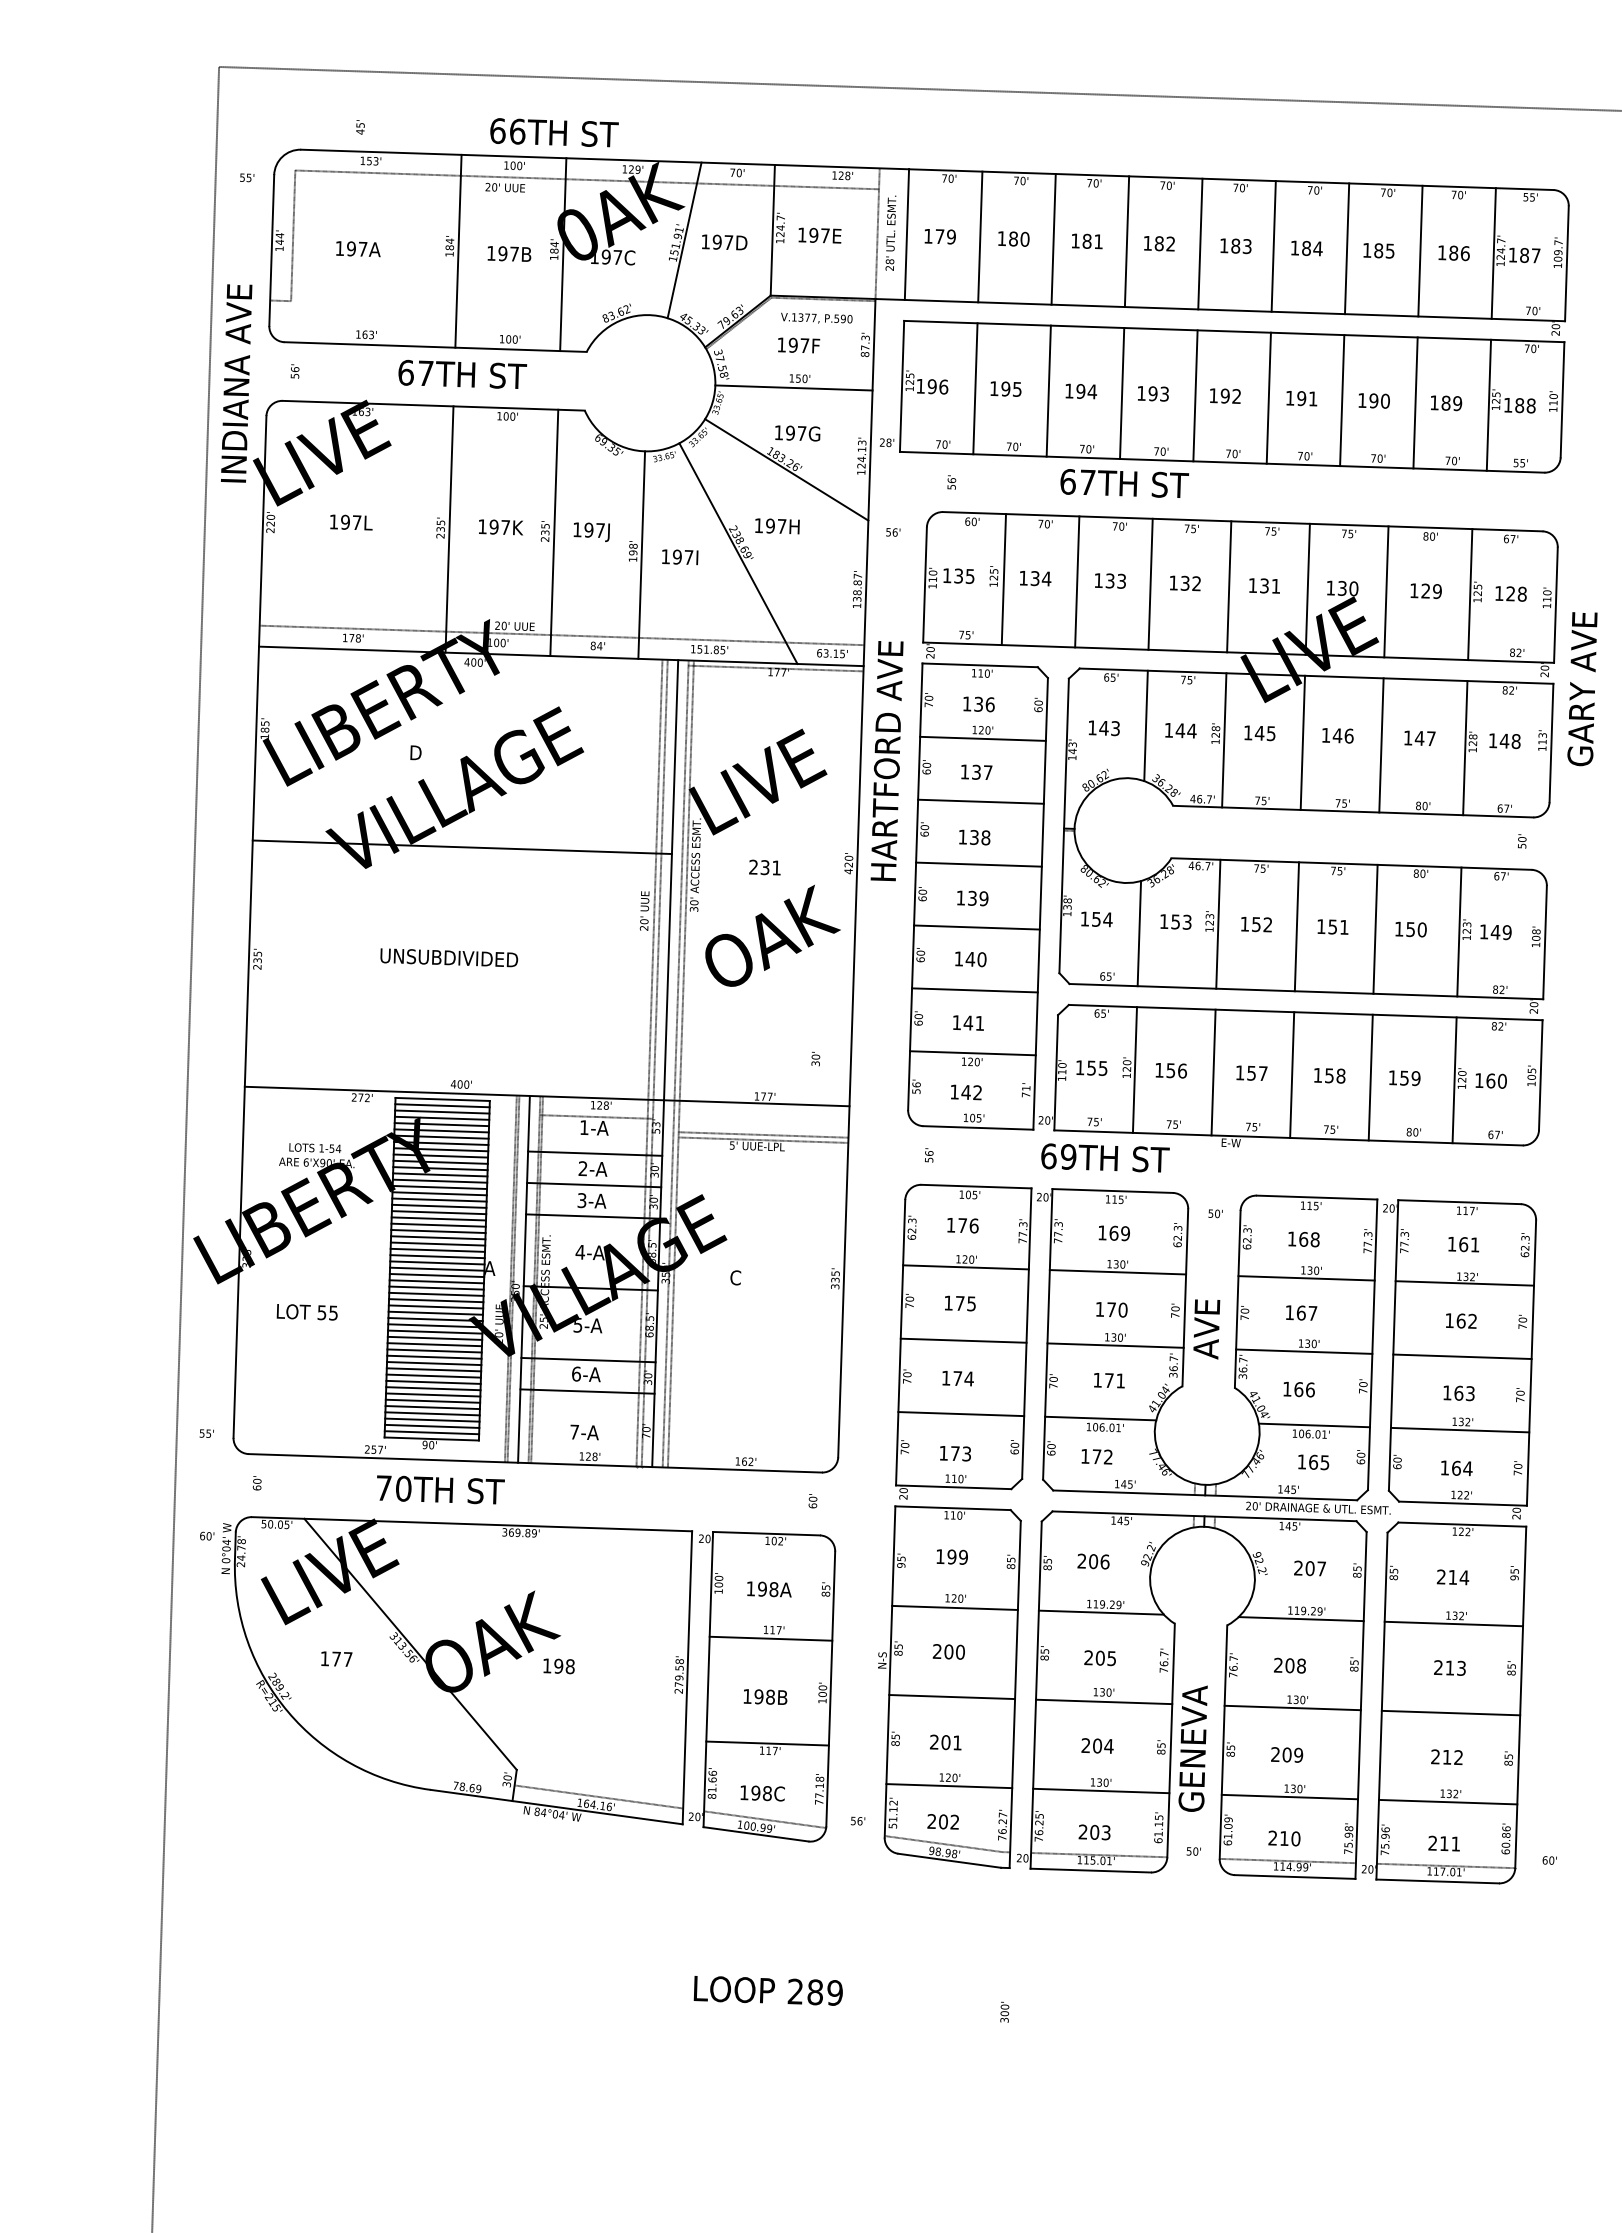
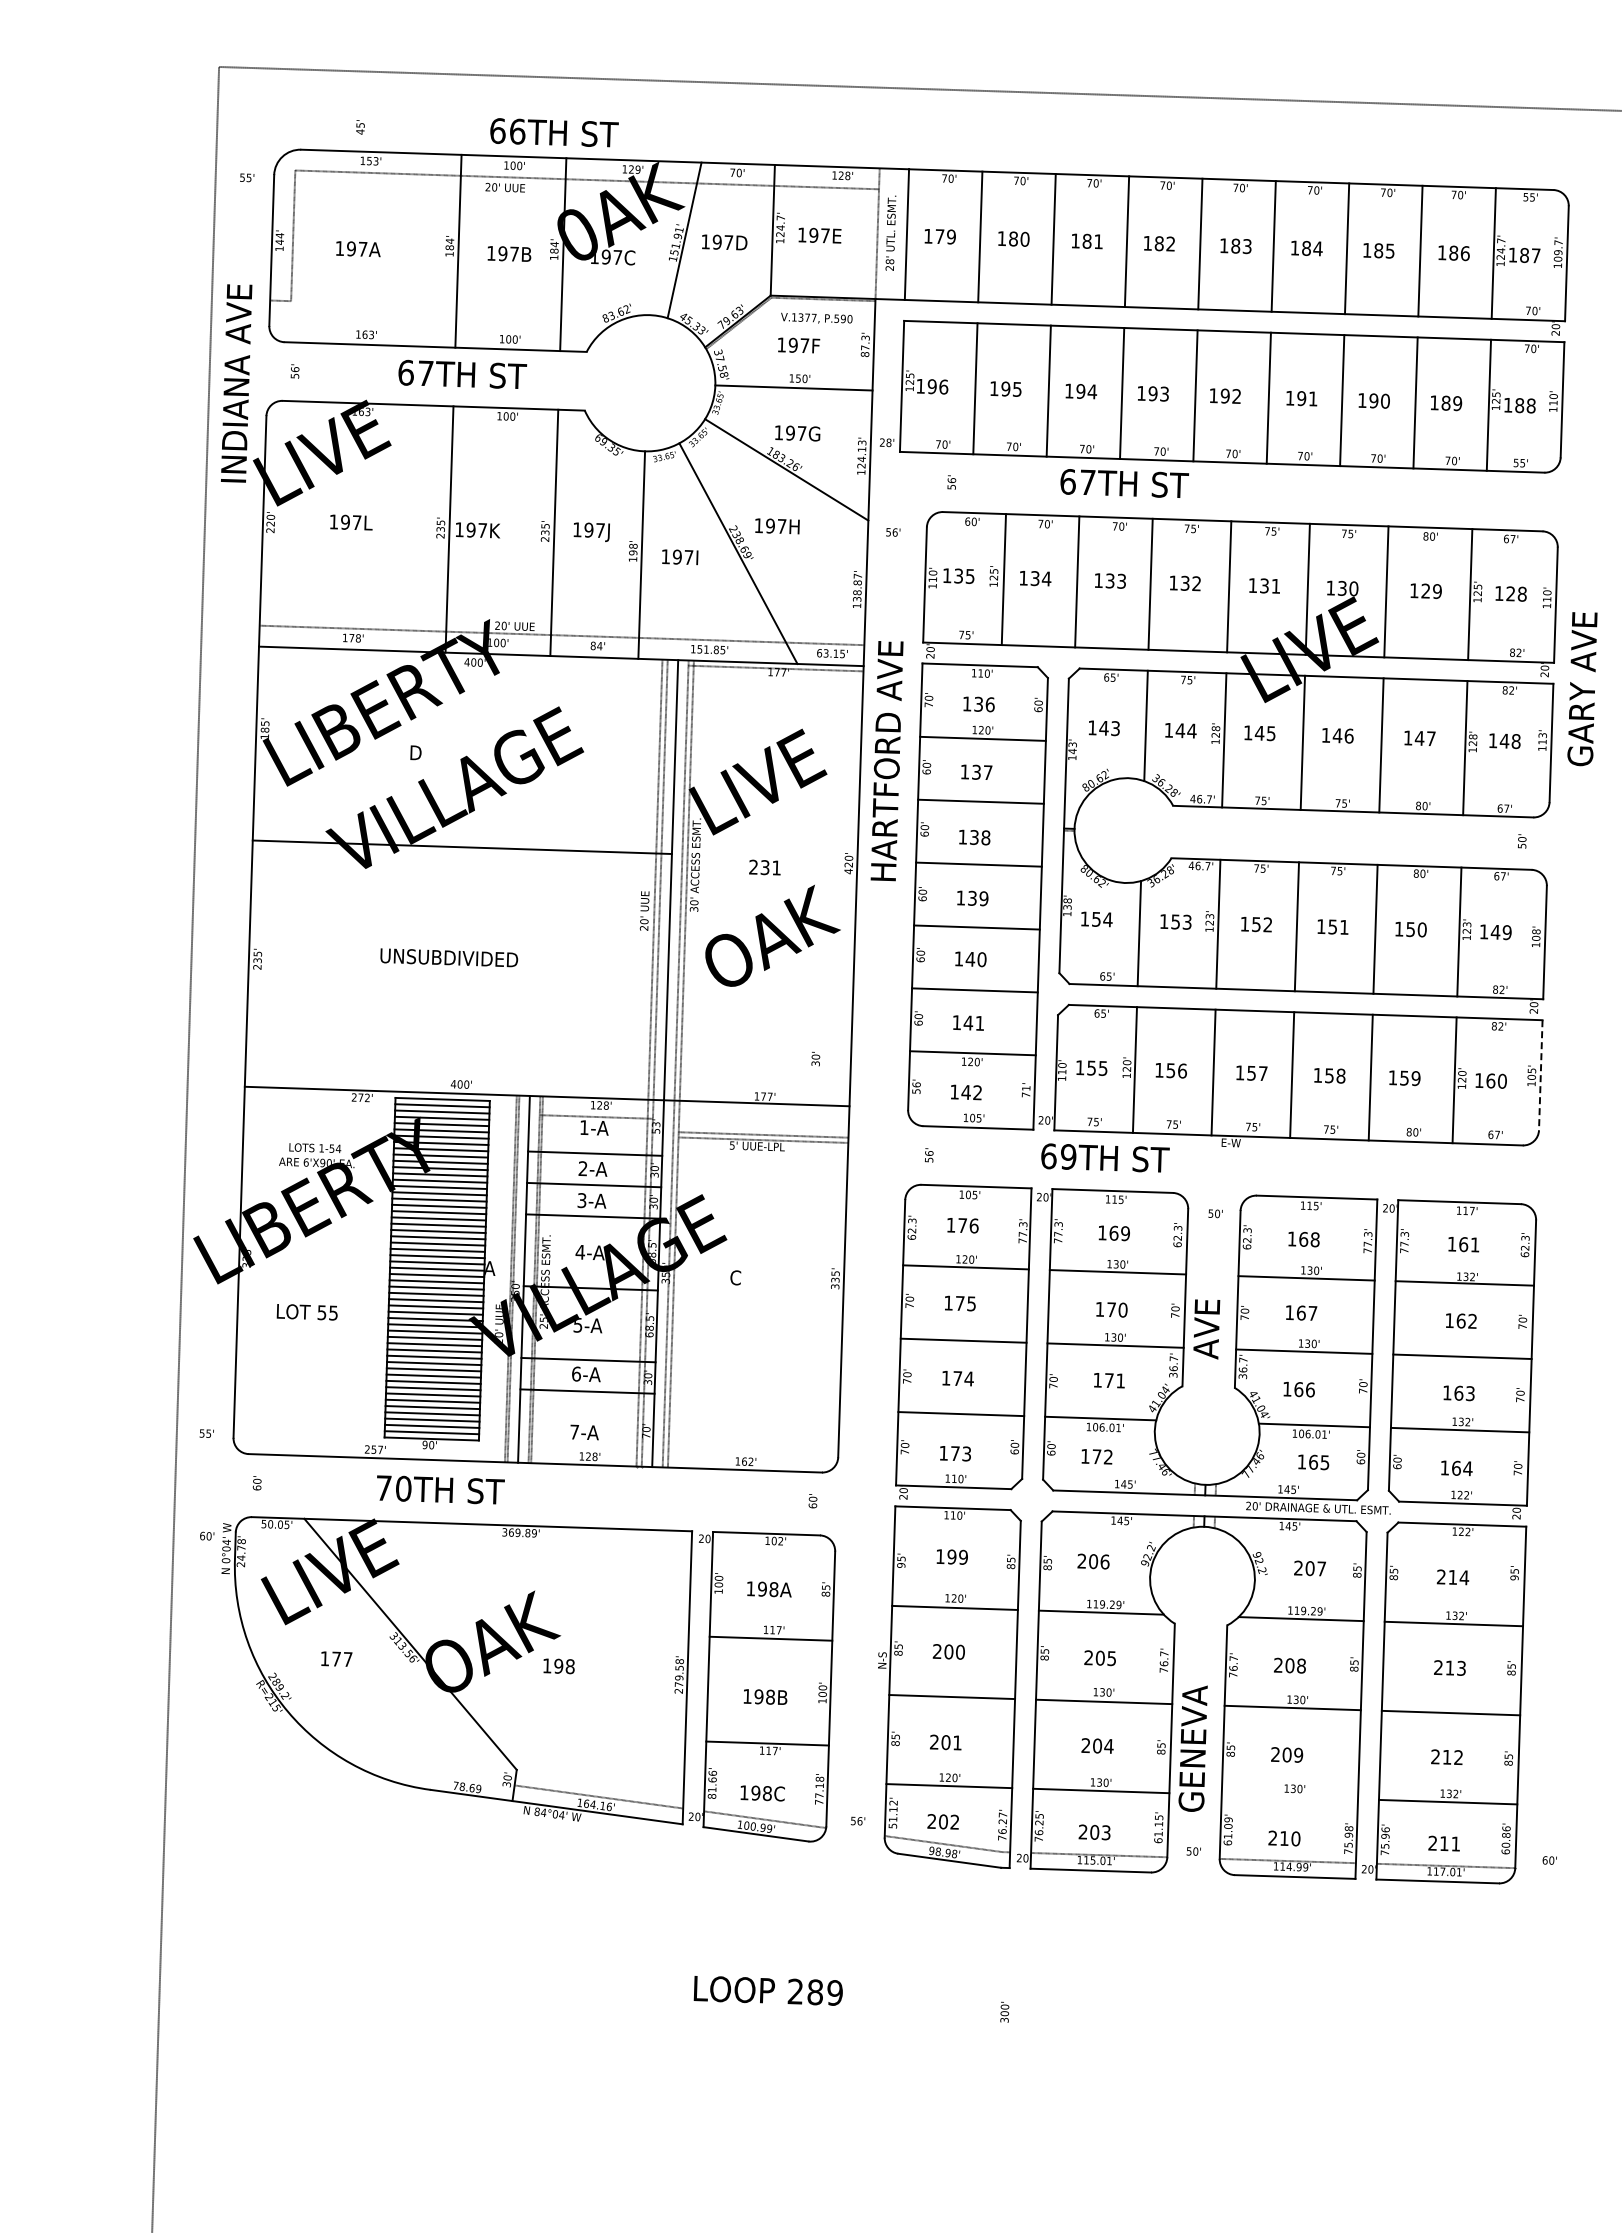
text at (501, 527) position: (501, 527) -> (478, 530)
line at (1540, 1075): solid -> dashed
line at (1289, 1796): present -> none
